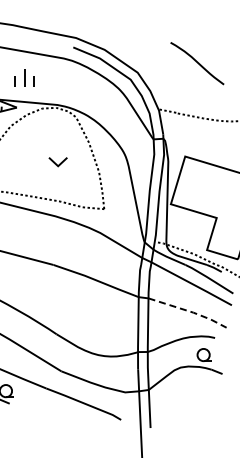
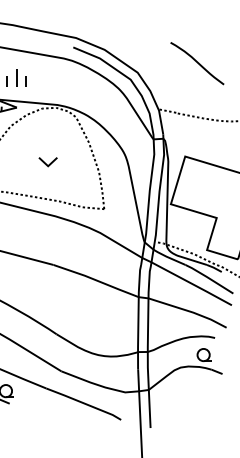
part at (24, 77) position: (24, 77) -> (16, 77)
part at (57, 162) position: (57, 162) -> (47, 162)
line at (189, 311): dashed -> solid
